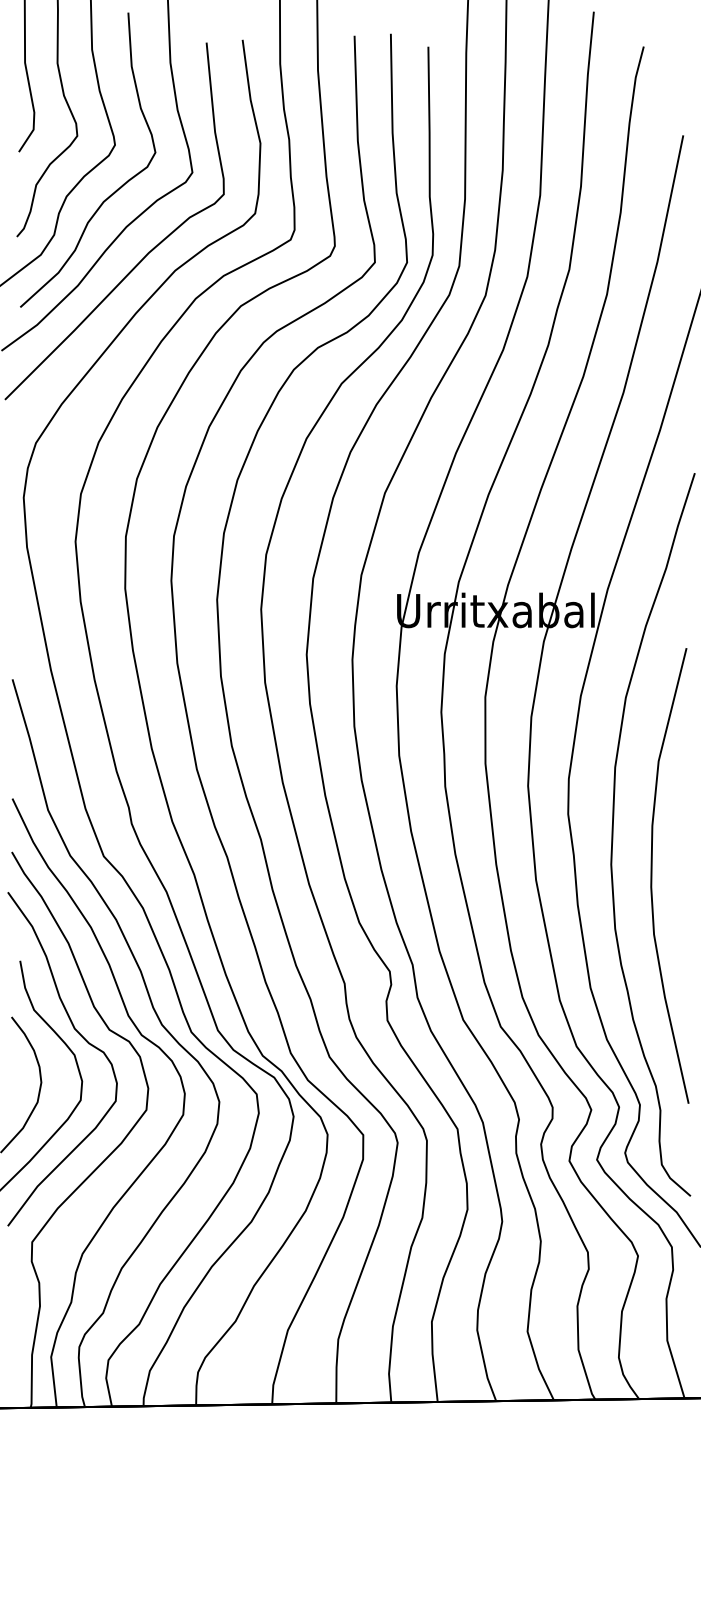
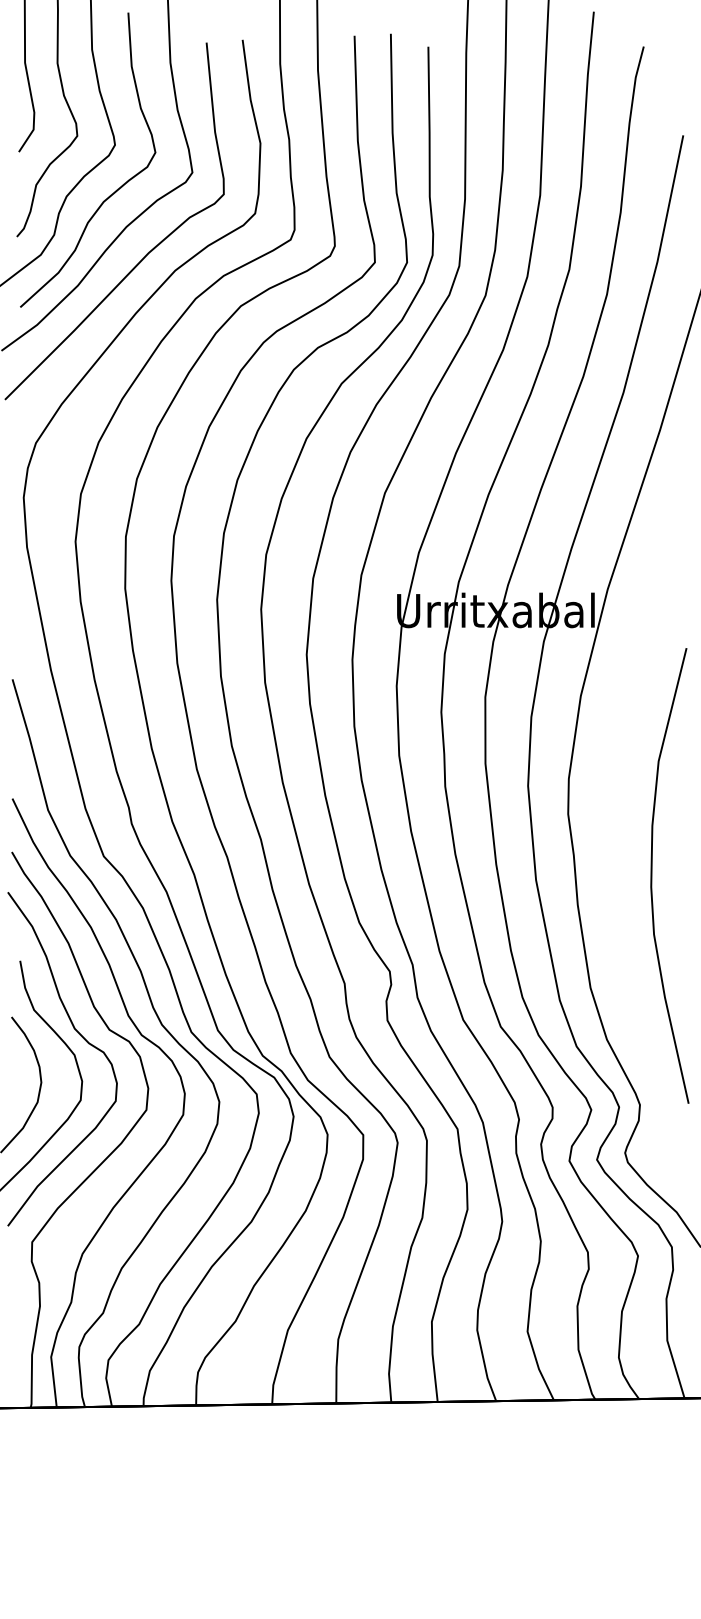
curve at (613, 834): present -> none
